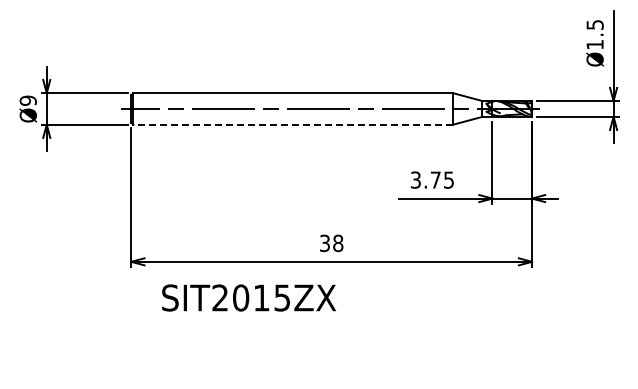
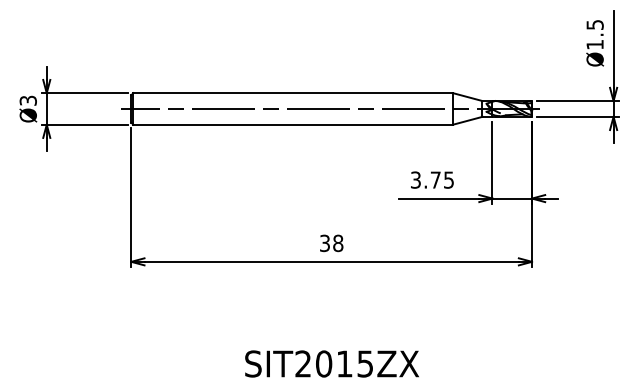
text at (27, 100): Ø9 -> Ø3
line at (293, 124): dashed -> solid
text at (248, 297) position: (248, 297) -> (331, 363)
